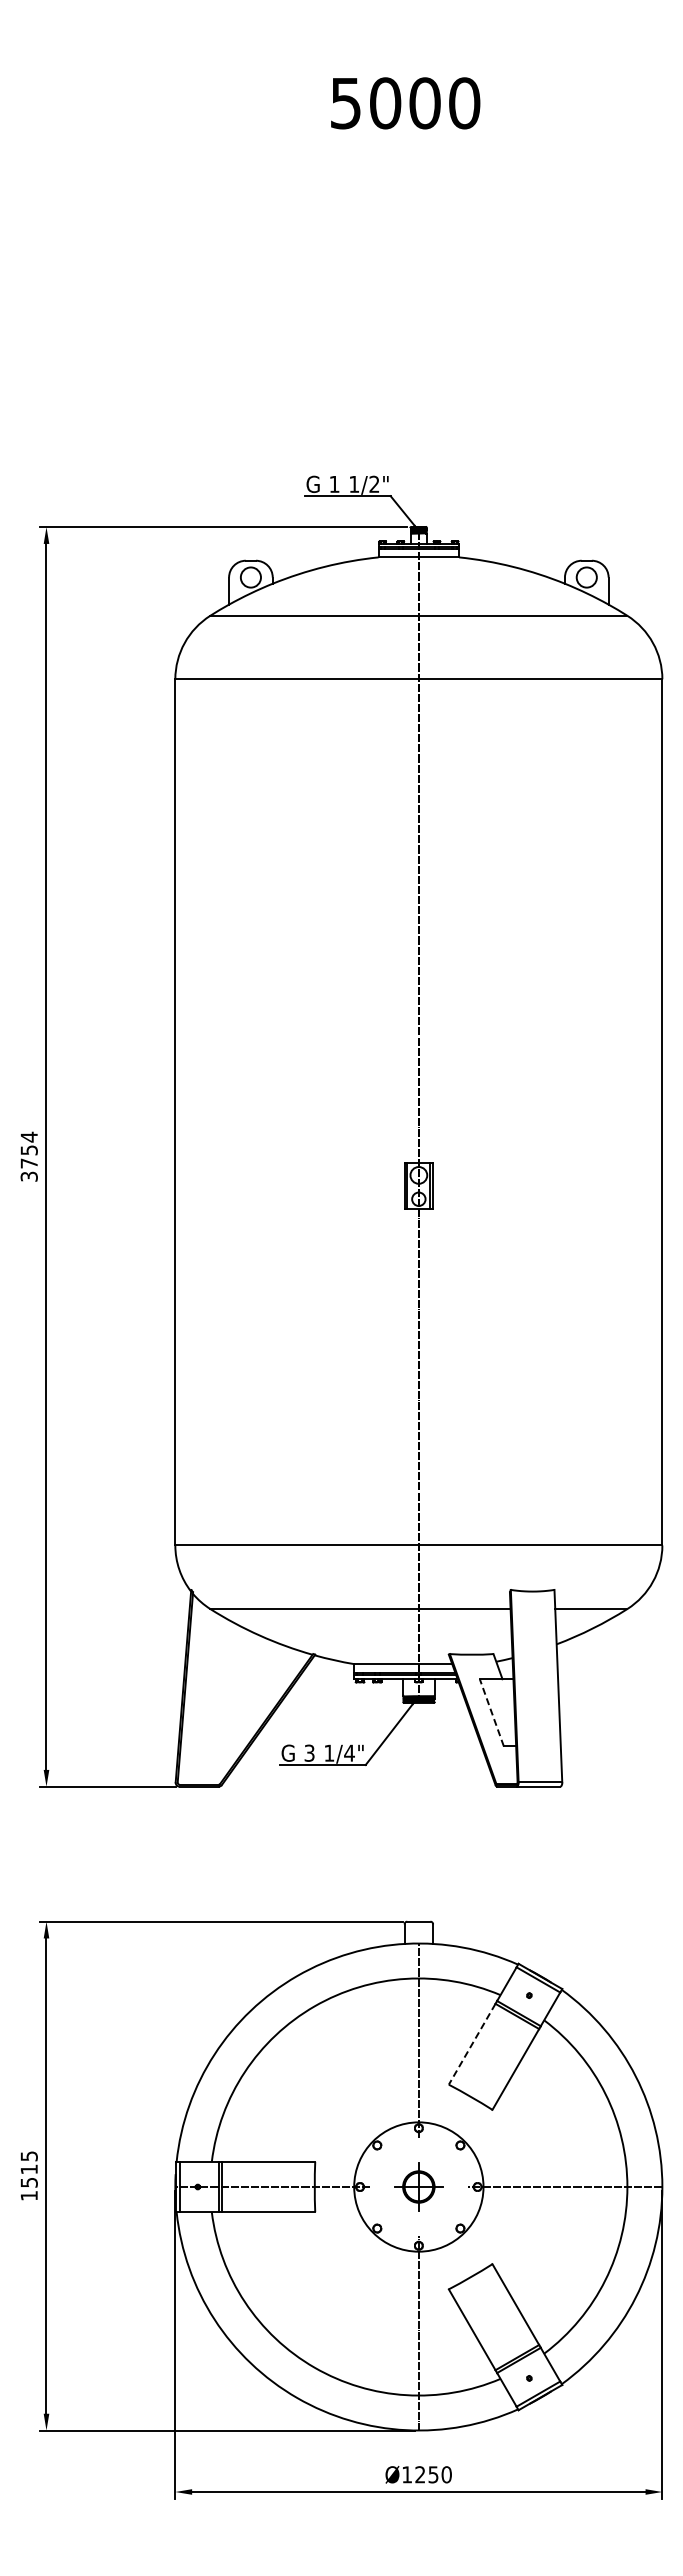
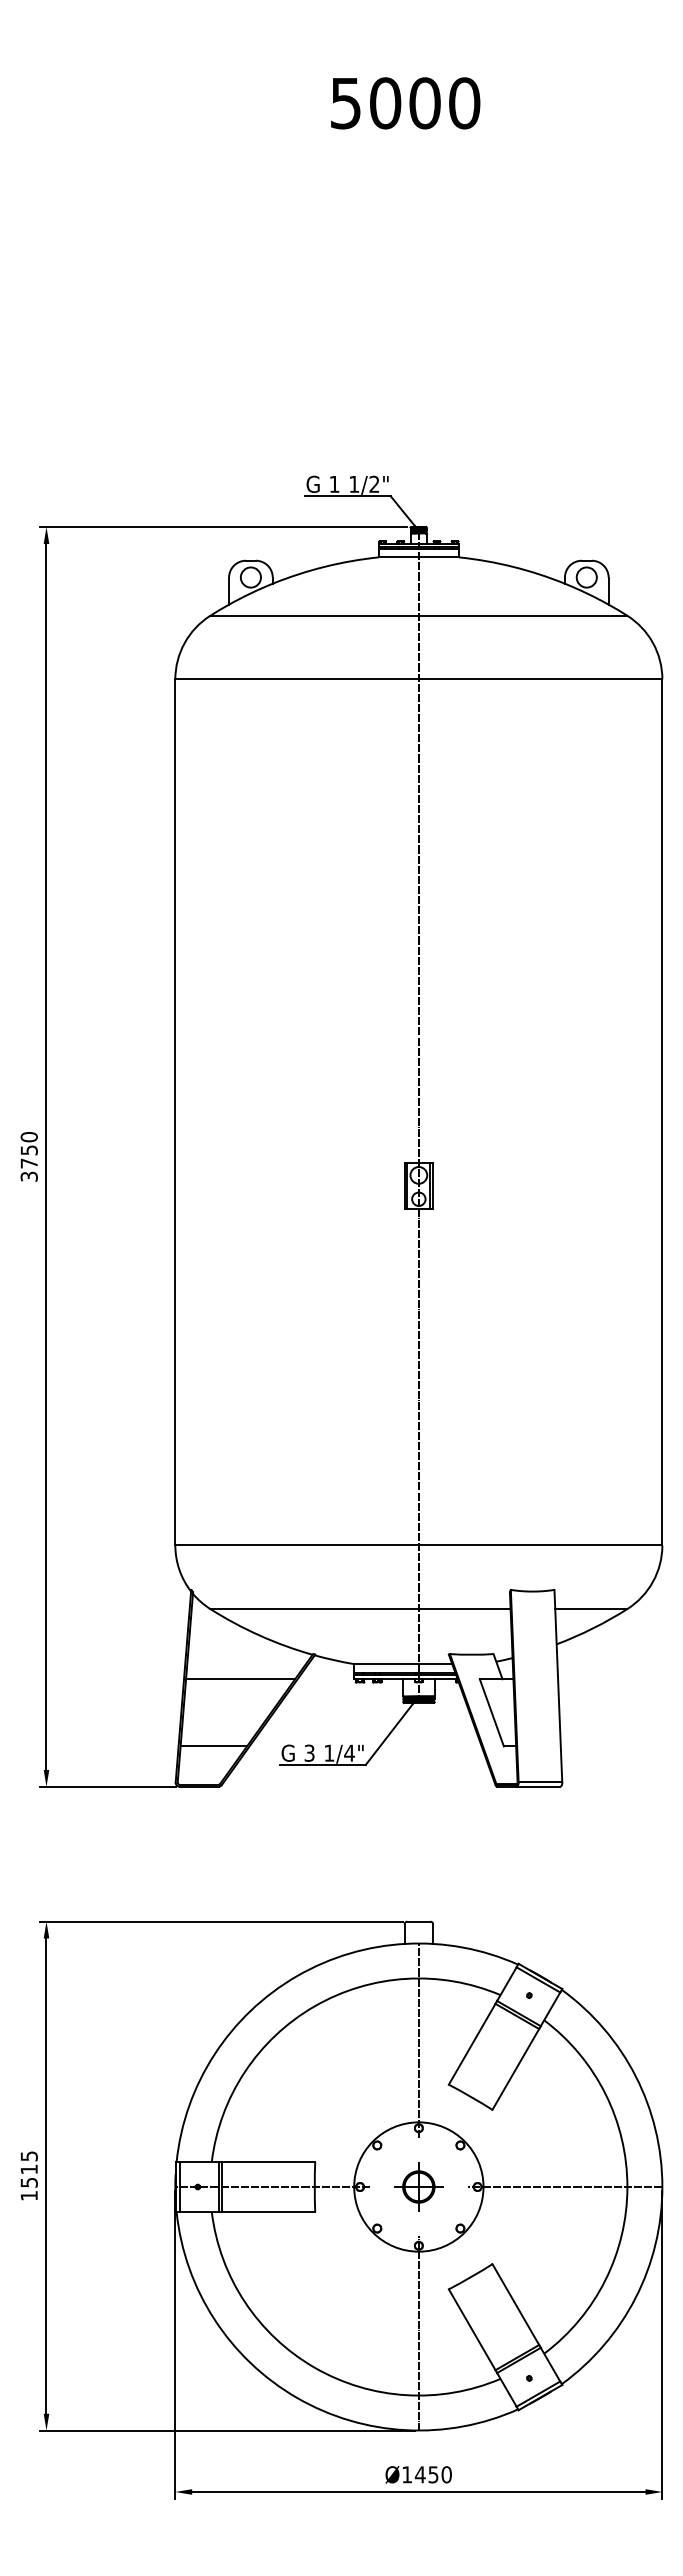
text at (28, 1136): 3754 -> 3750
line at (240, 1679): none -> present
line at (491, 1712): dashed -> solid
line at (213, 1746): none -> present
line at (472, 2044): dashed -> solid
text at (419, 2474): Ø1250 -> Ø1450
